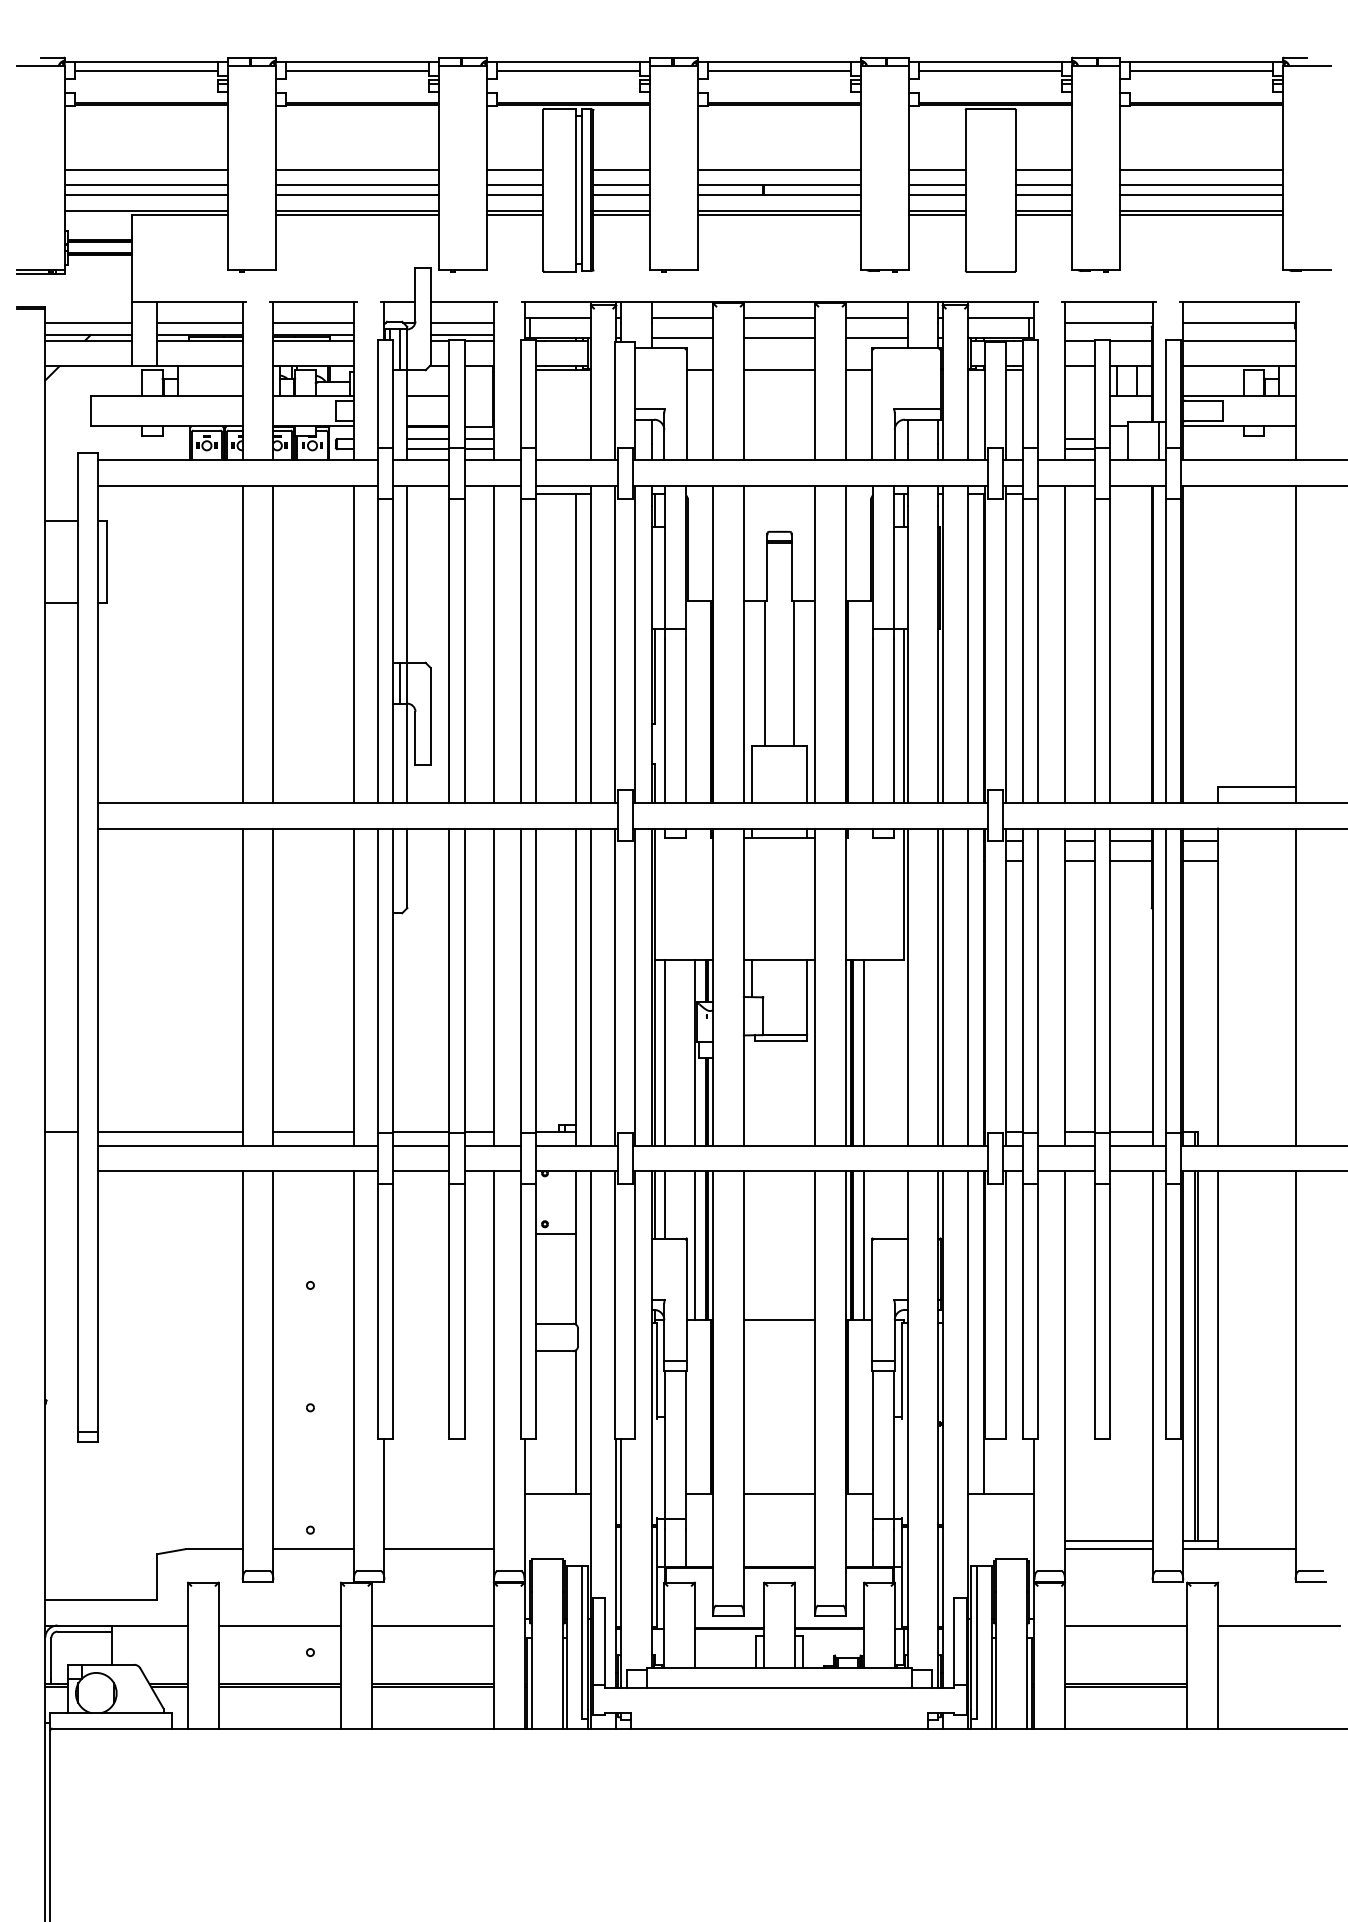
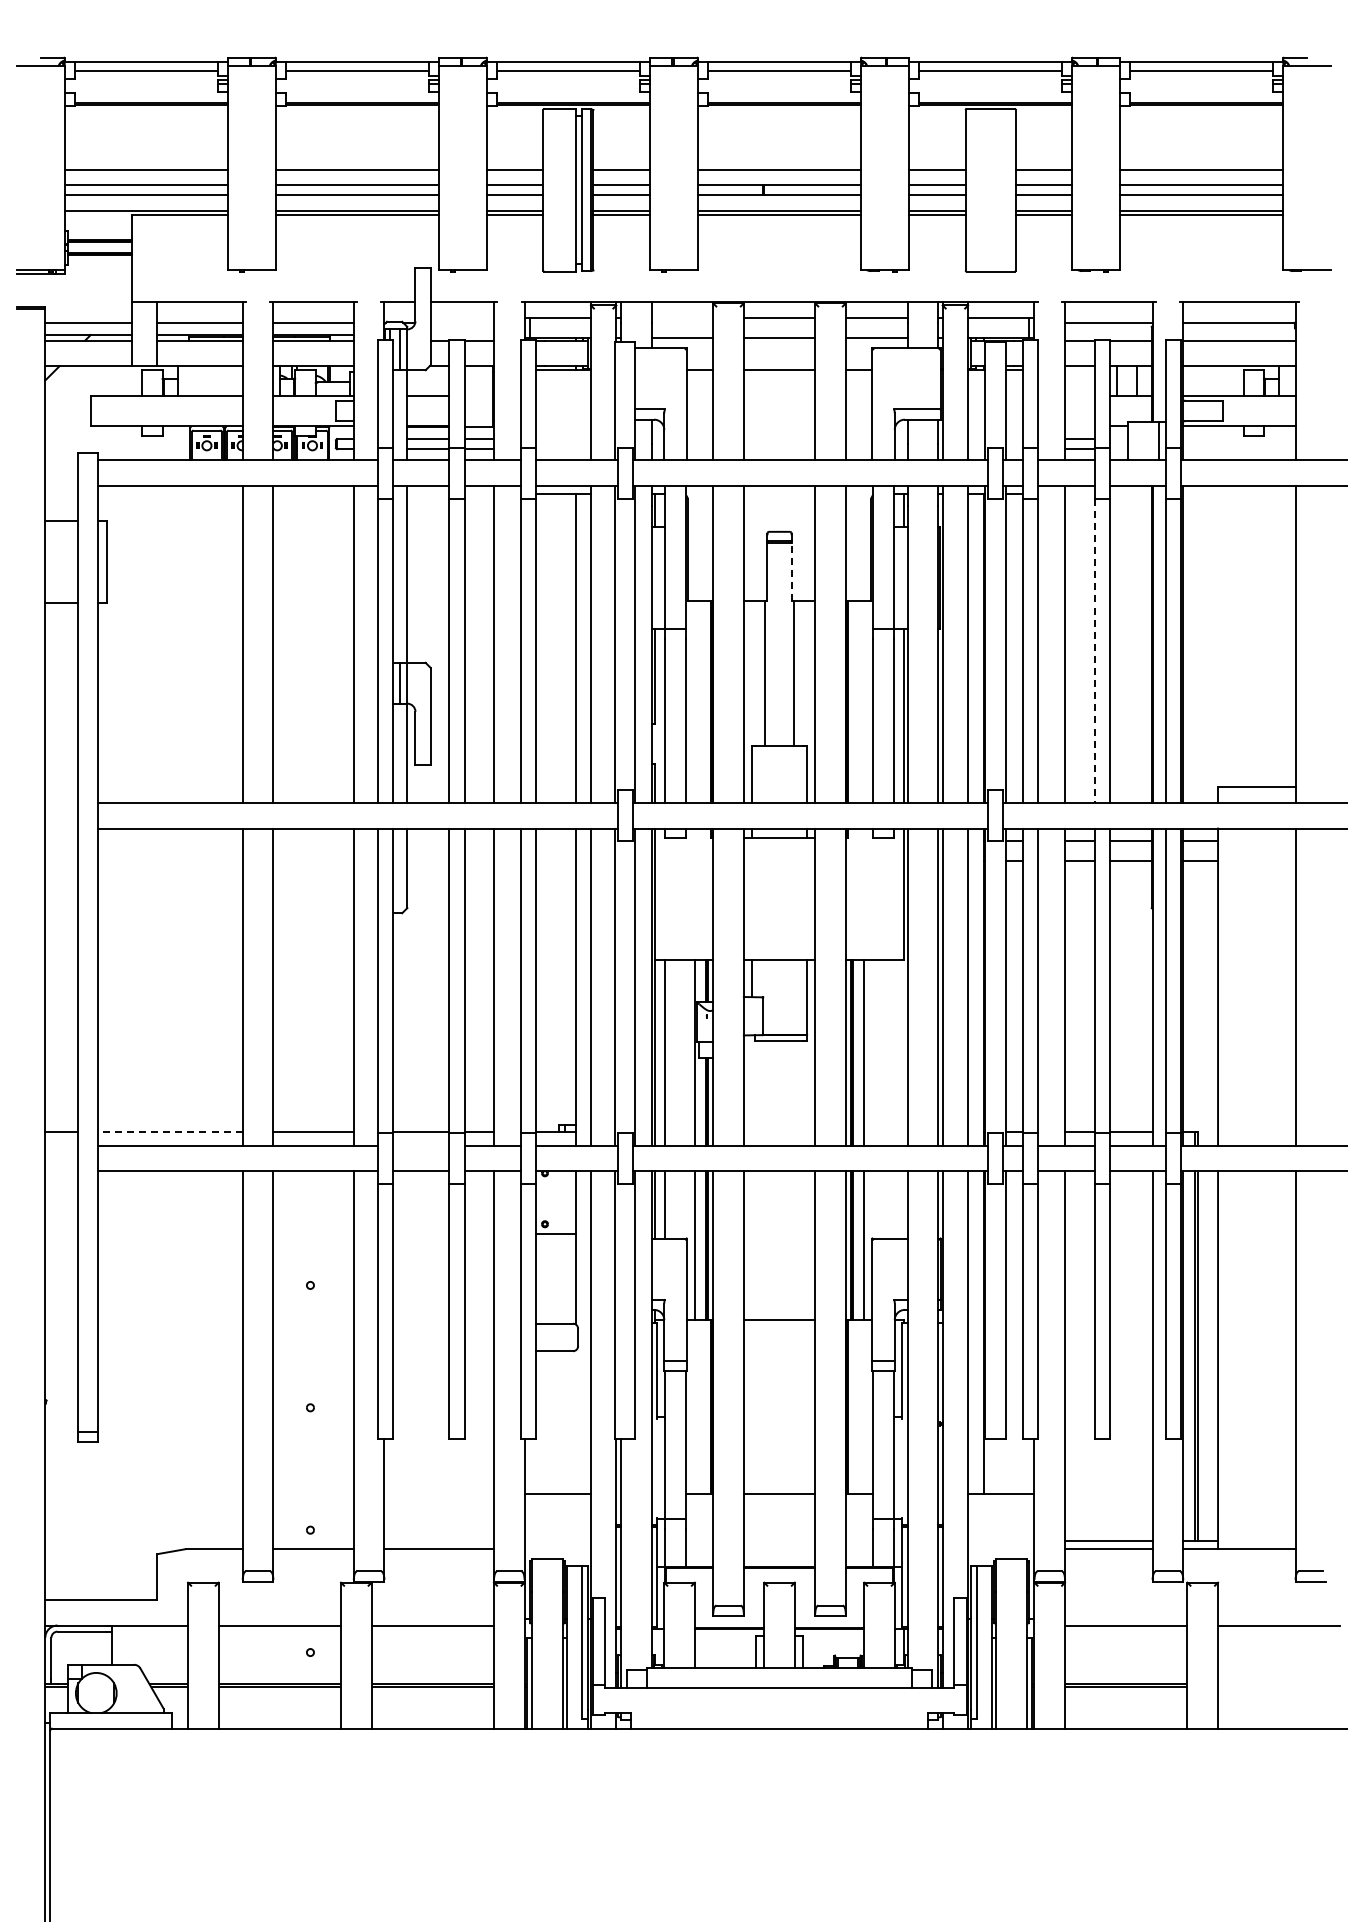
line at (682, 317): present -> none
line at (462, 322): present -> none
line at (462, 335): present -> none
line at (791, 571): solid -> dashed
line at (1094, 651): solid -> dashed
line at (170, 1132): solid -> dashed
line at (421, 1145): present -> none
line at (575, 1422): present -> none
